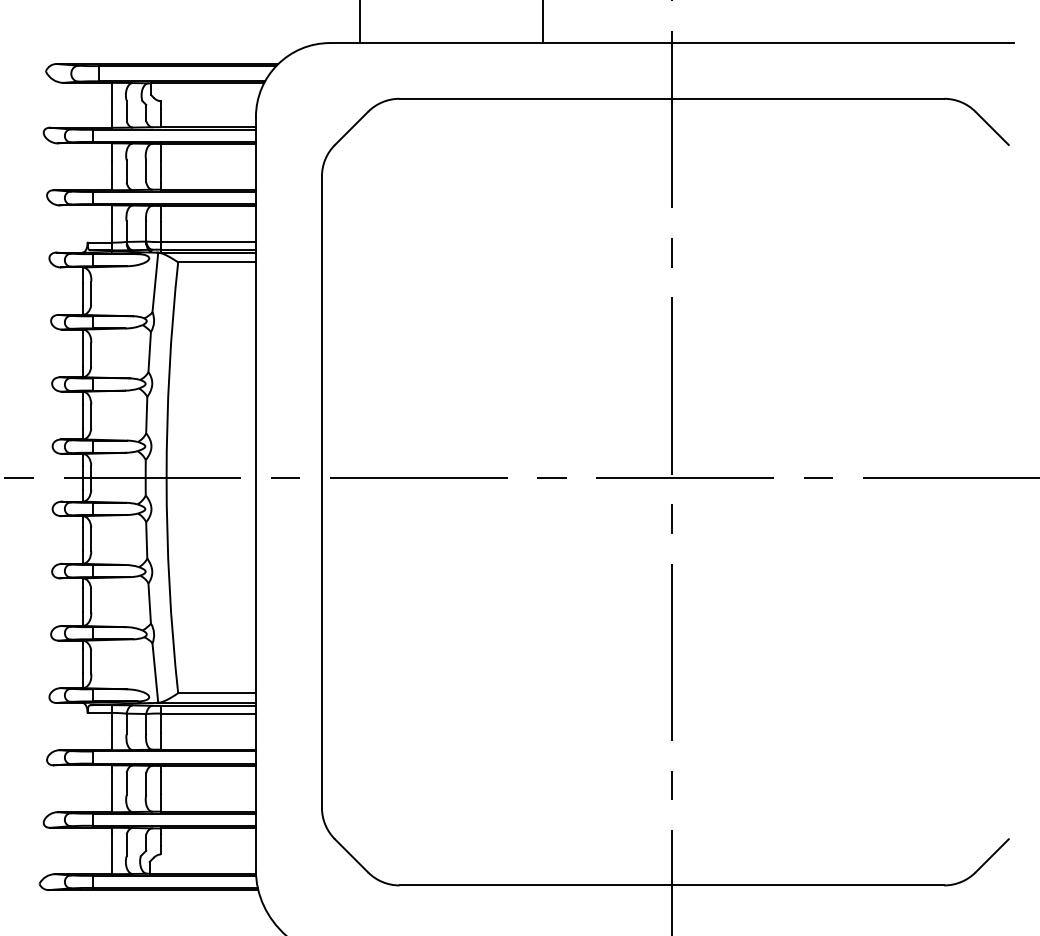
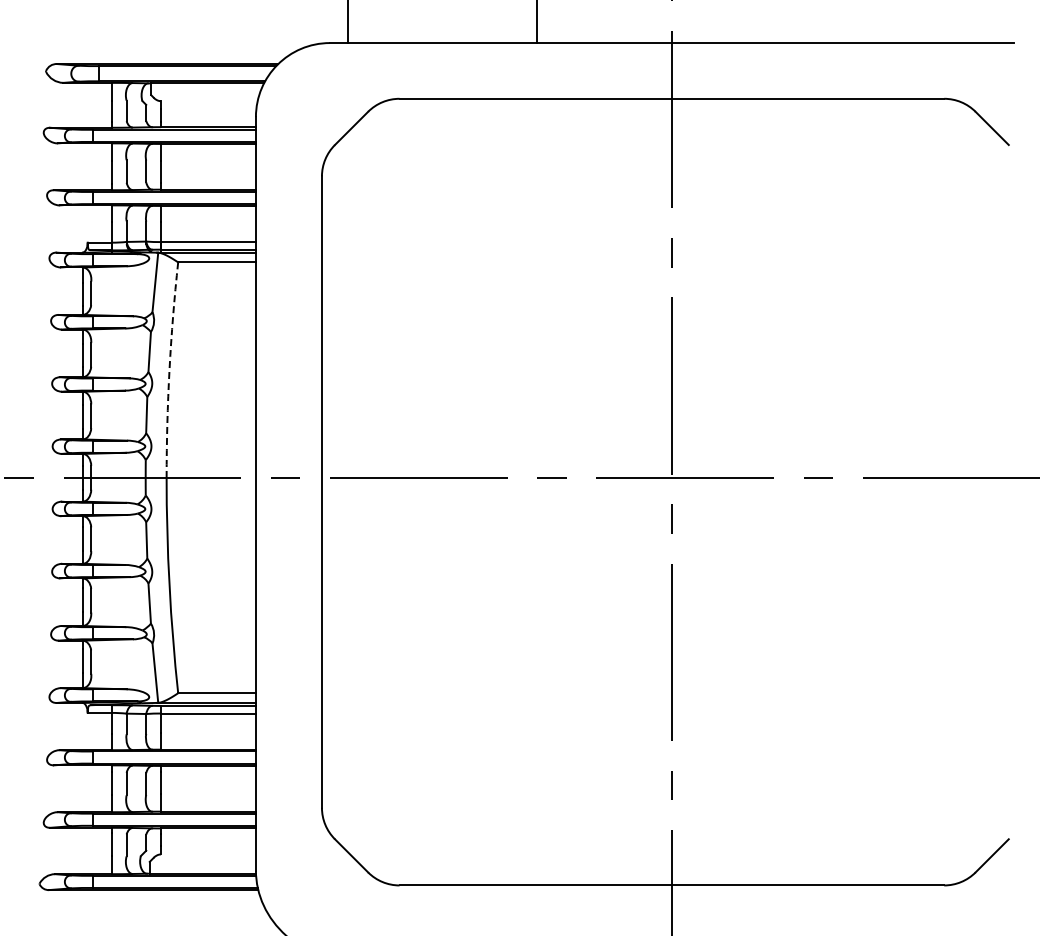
line at (359, 22) position: (359, 22) -> (347, 22)
line at (543, 22) position: (543, 22) -> (537, 22)
arc at (169, 369): solid -> dashed
